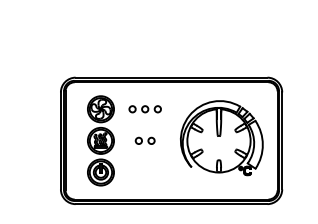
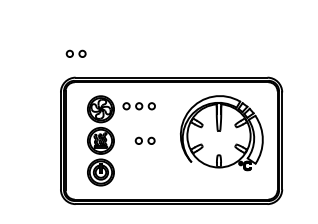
part at (75, 53): none -> present
part at (144, 109) position: (144, 109) -> (138, 106)
part at (221, 138) position: (221, 138) -> (221, 133)
